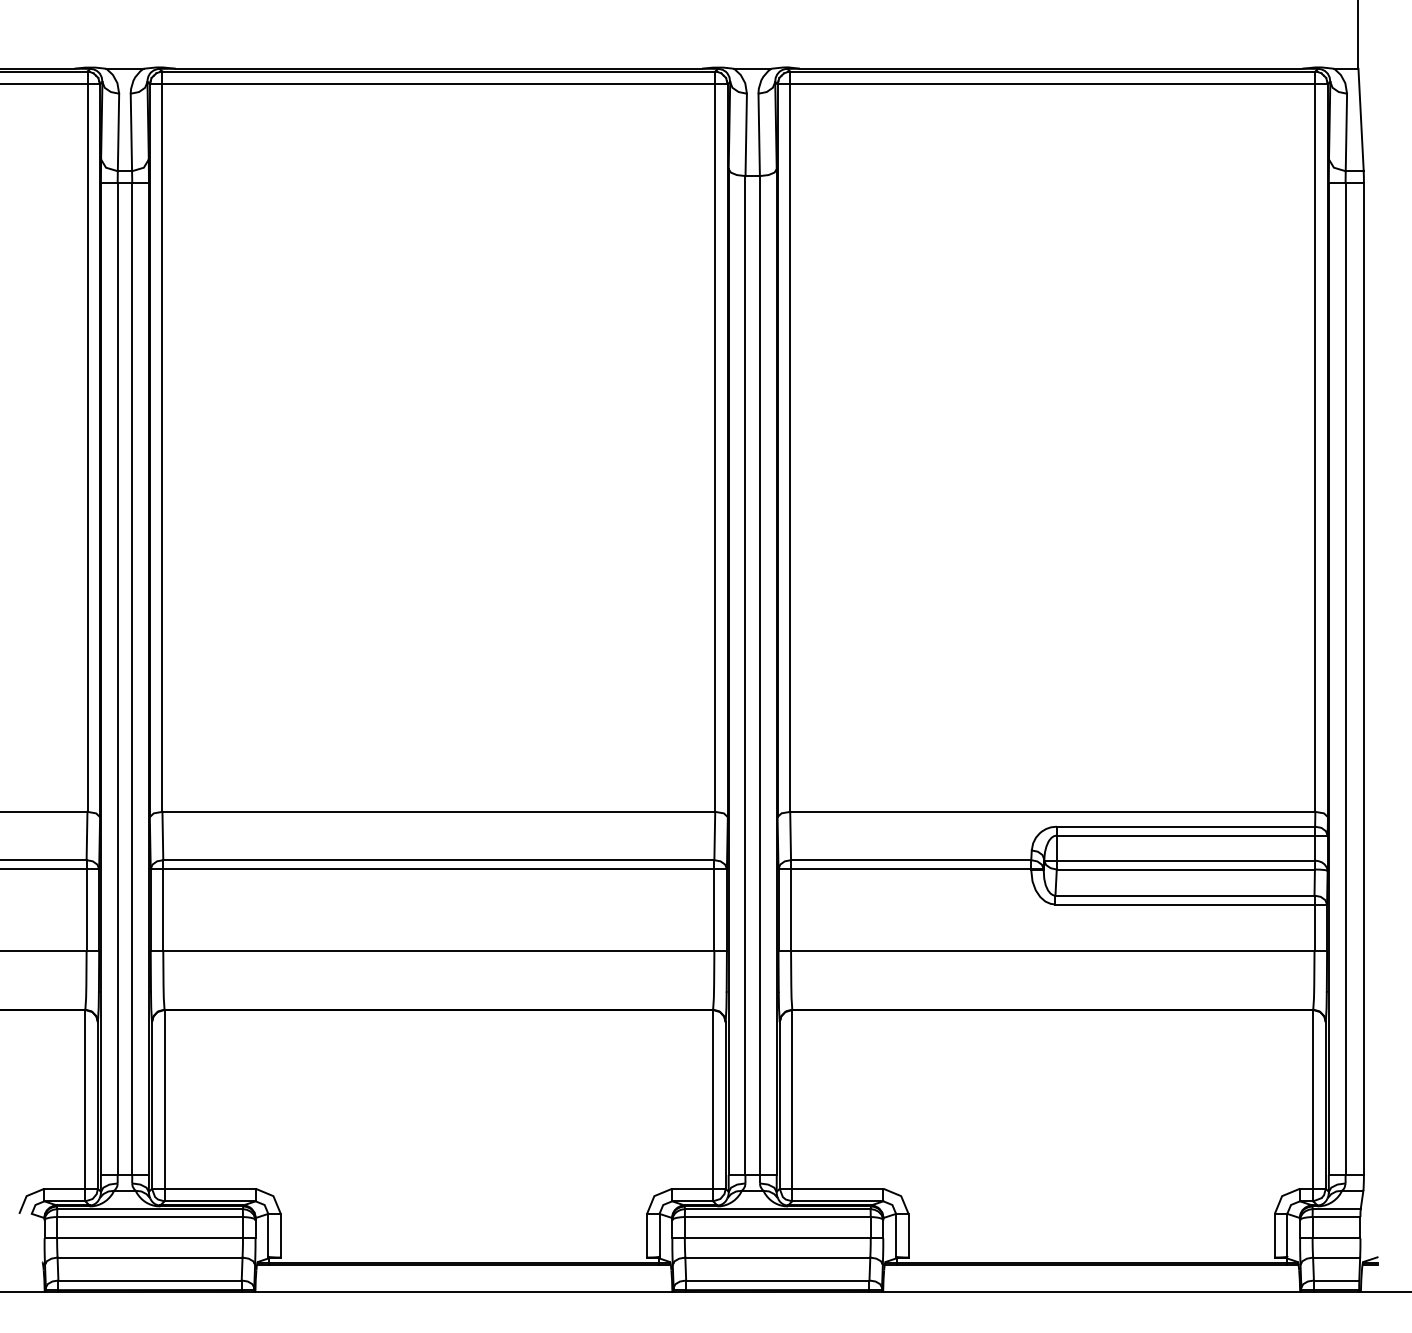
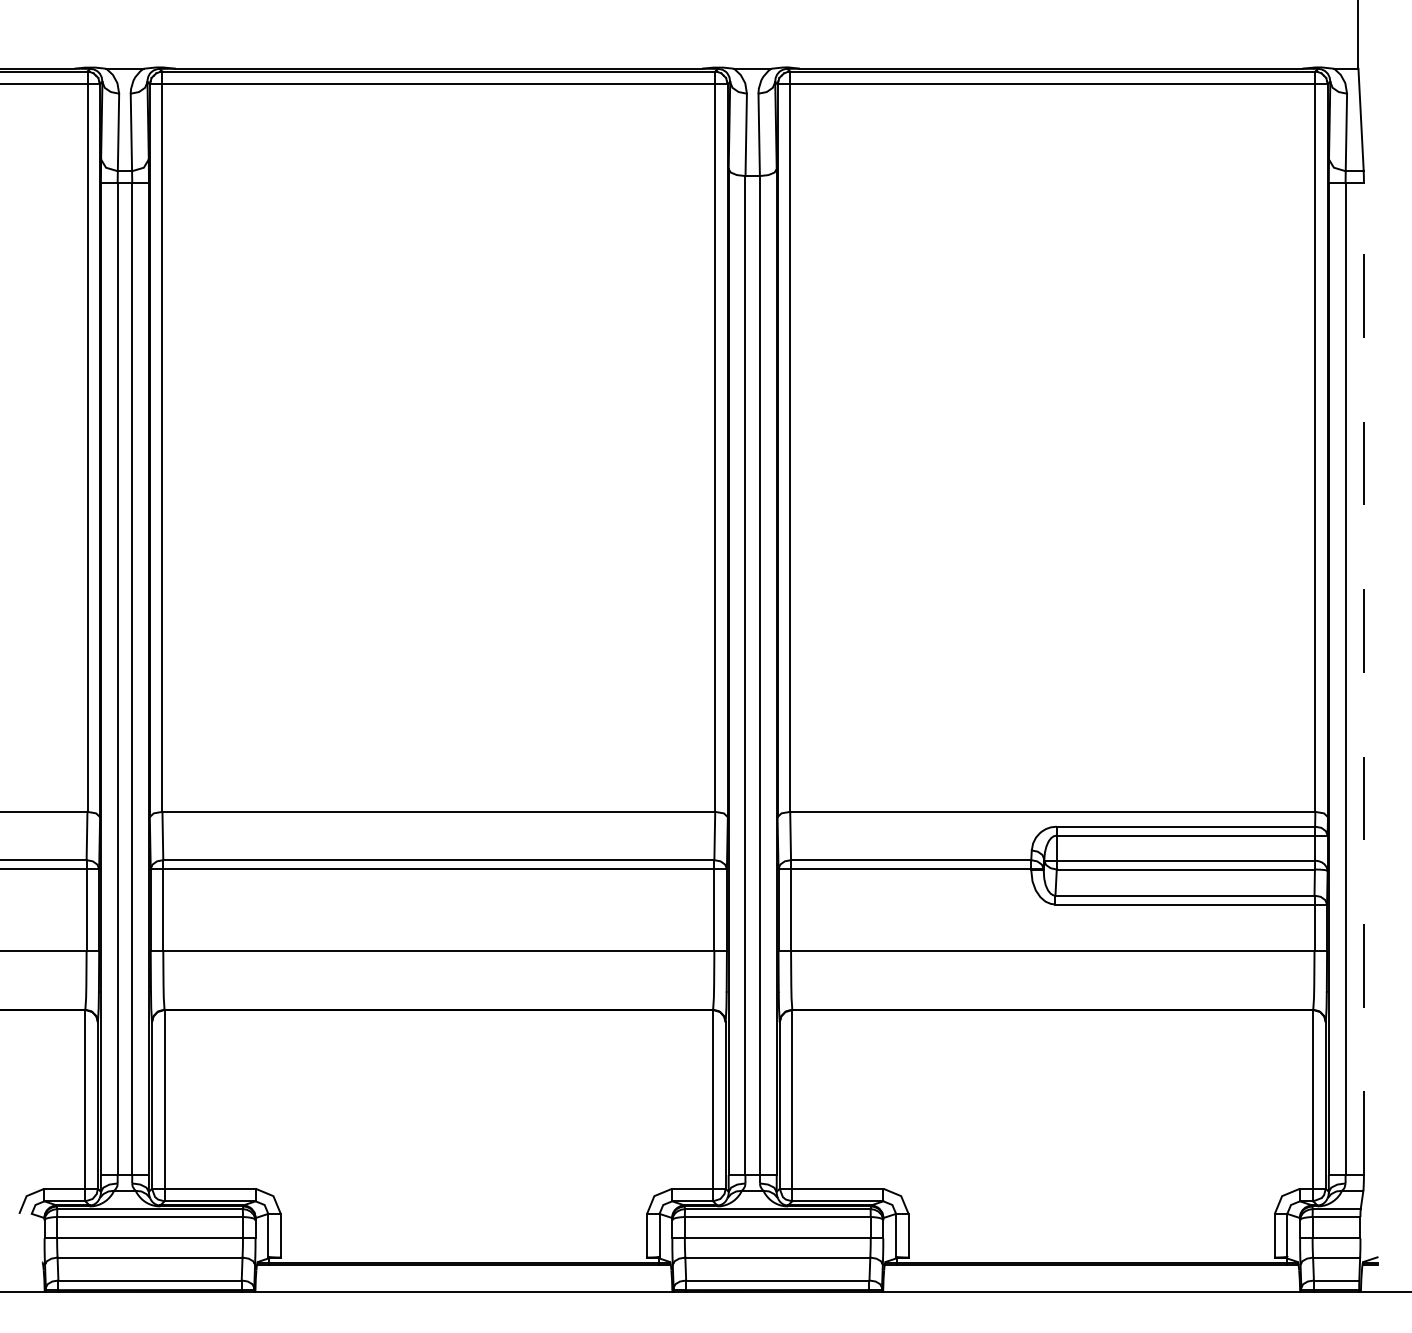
line at (1363, 678): solid -> dashed
